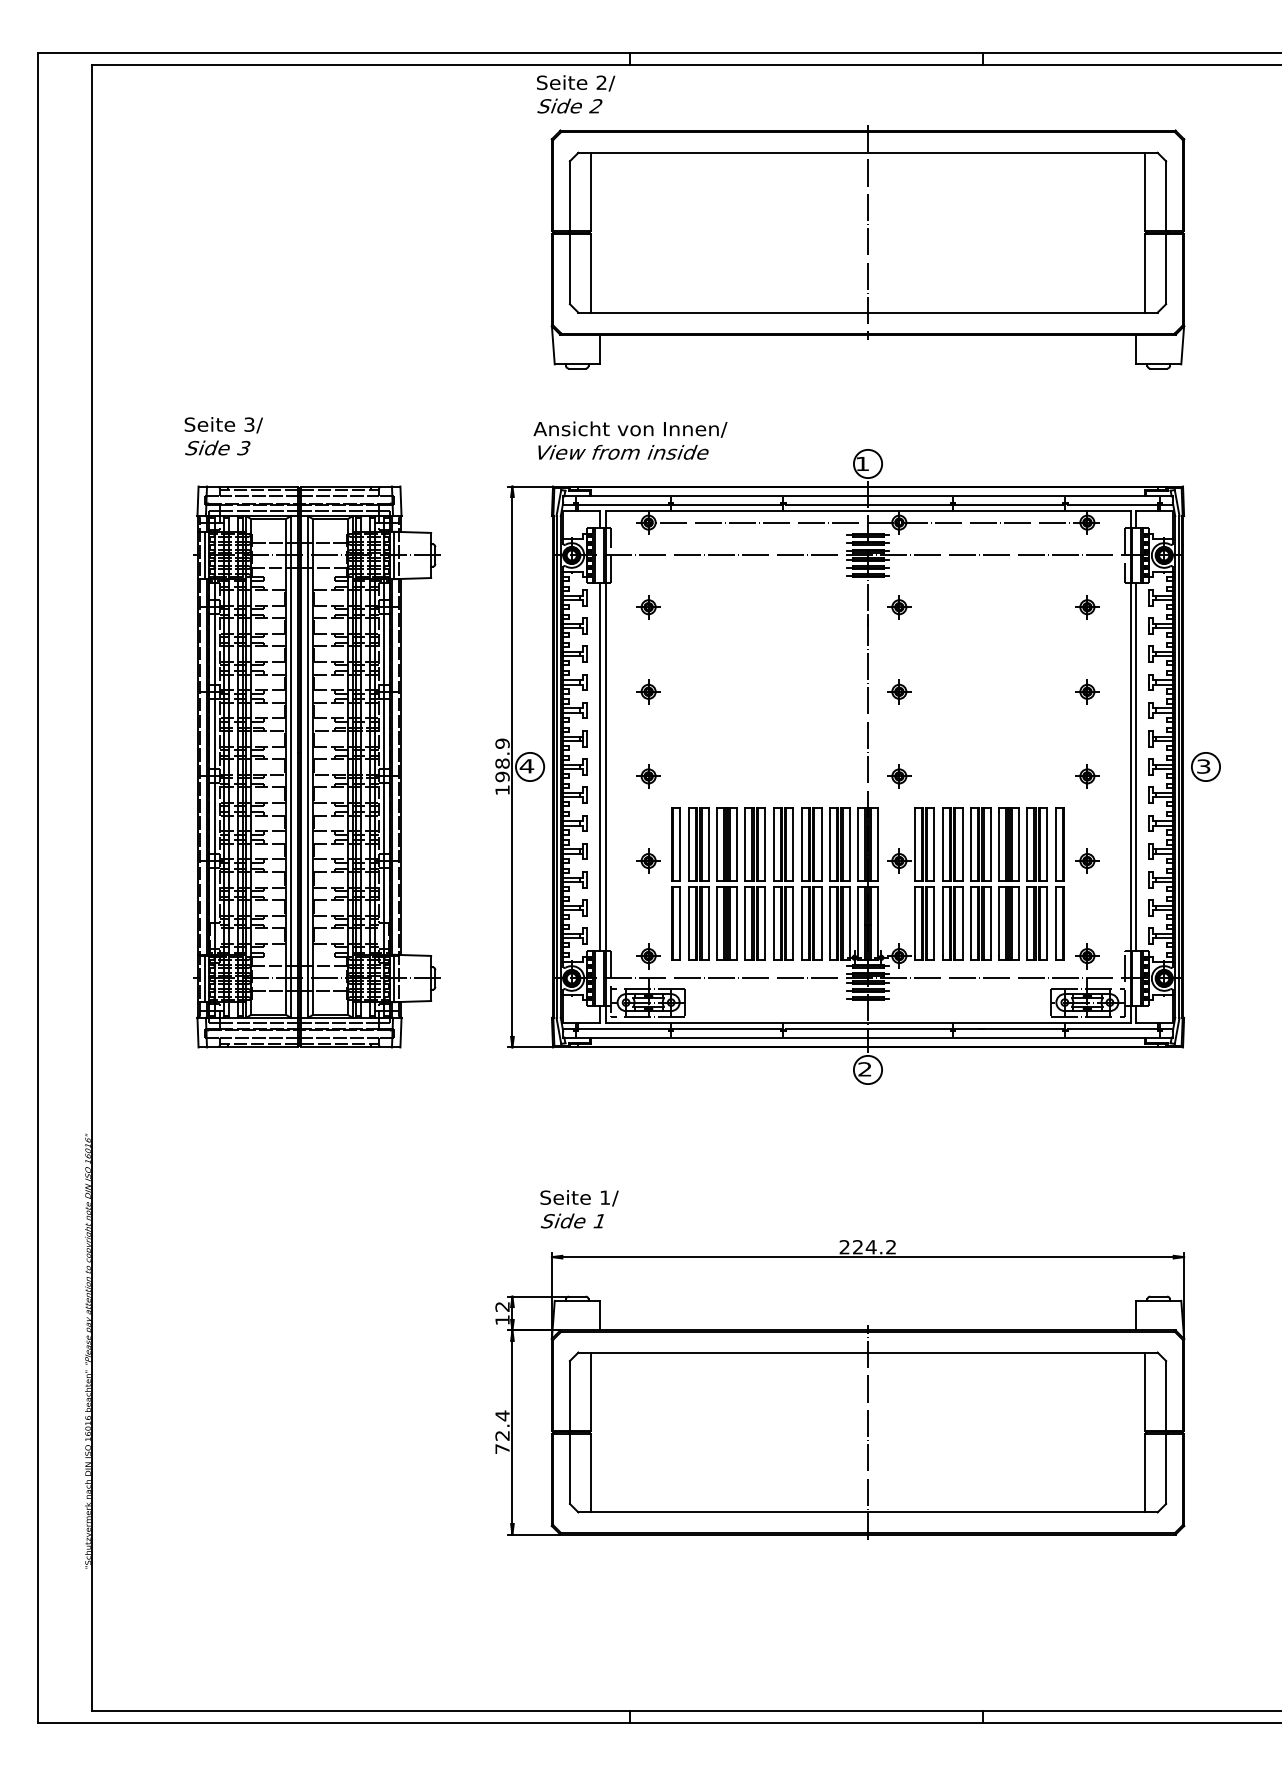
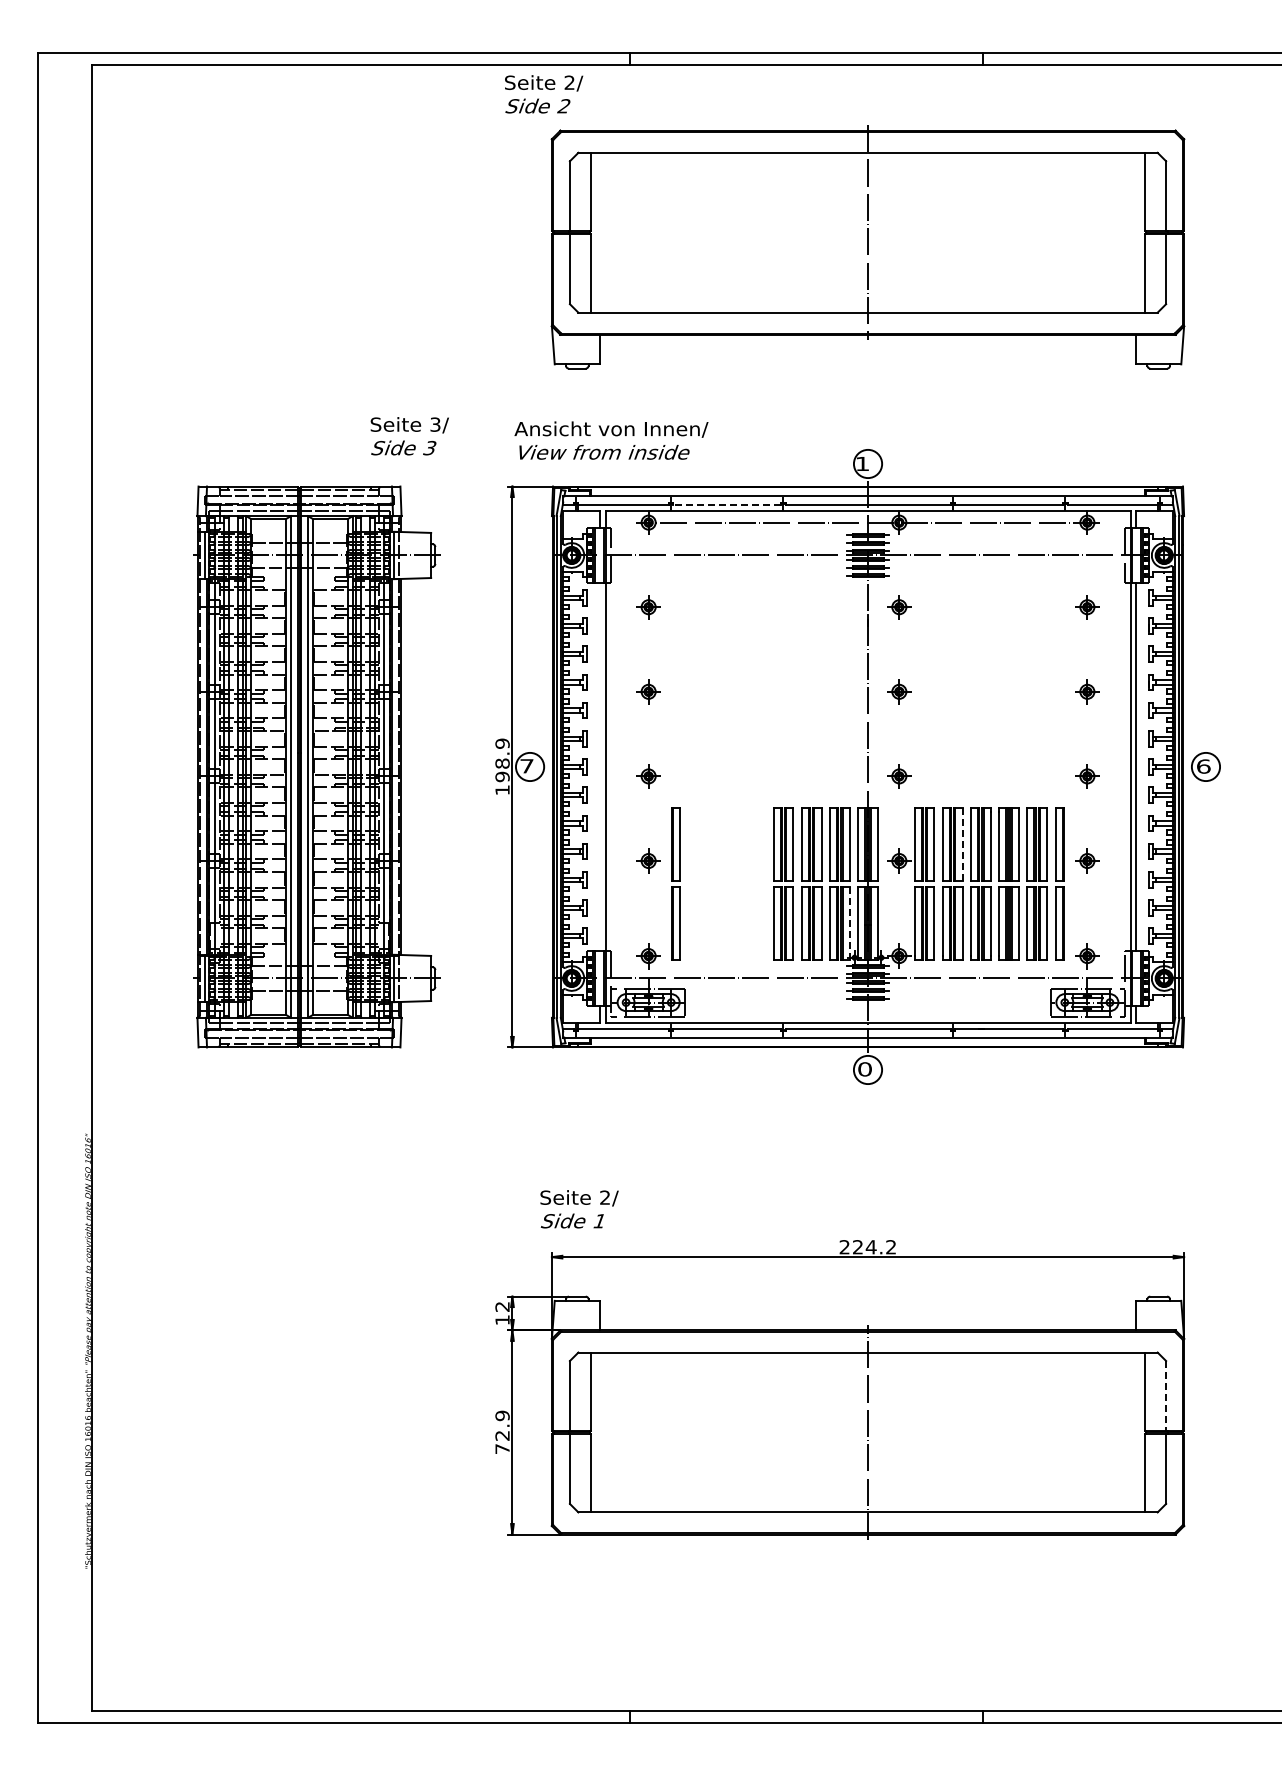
text at (576, 94) position: (576, 94) -> (544, 94)
text at (223, 436) position: (223, 436) -> (409, 436)
text at (630, 440) position: (630, 440) -> (611, 440)
line at (726, 505): solid -> dashed
text at (526, 766): 4 -> 7
line at (599, 766): present -> none
text at (1203, 766): 3 -> 6
line at (962, 844): solid -> dashed
part at (726, 883): present -> none
line at (849, 923): solid -> dashed
text at (864, 1069): 2 -> 0
text at (604, 1197): 1/ -> 2/
line at (1166, 1396): solid -> dashed
text at (502, 1415): 72.4 -> 72.9
